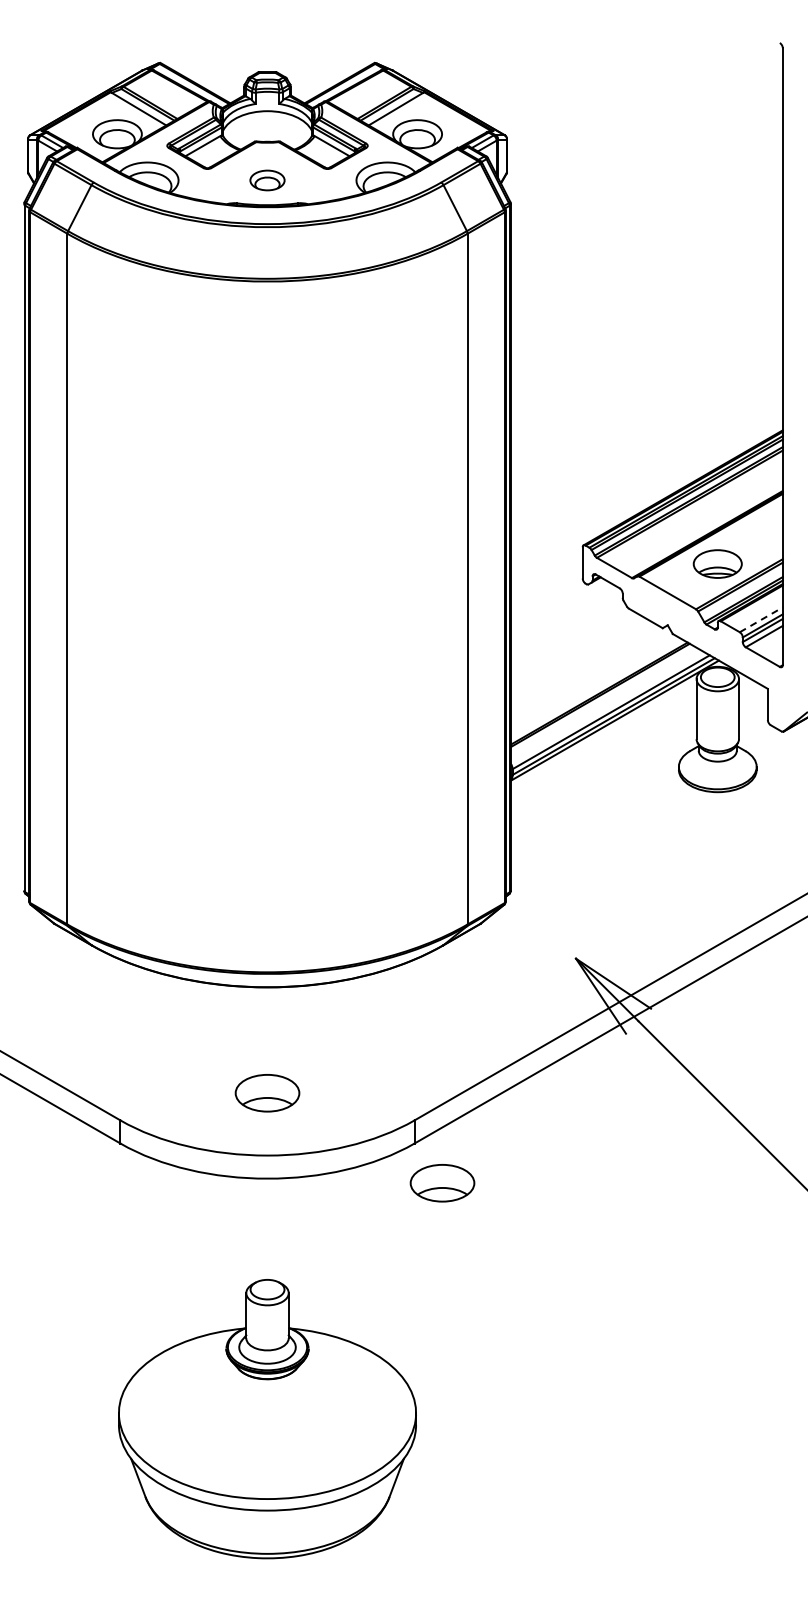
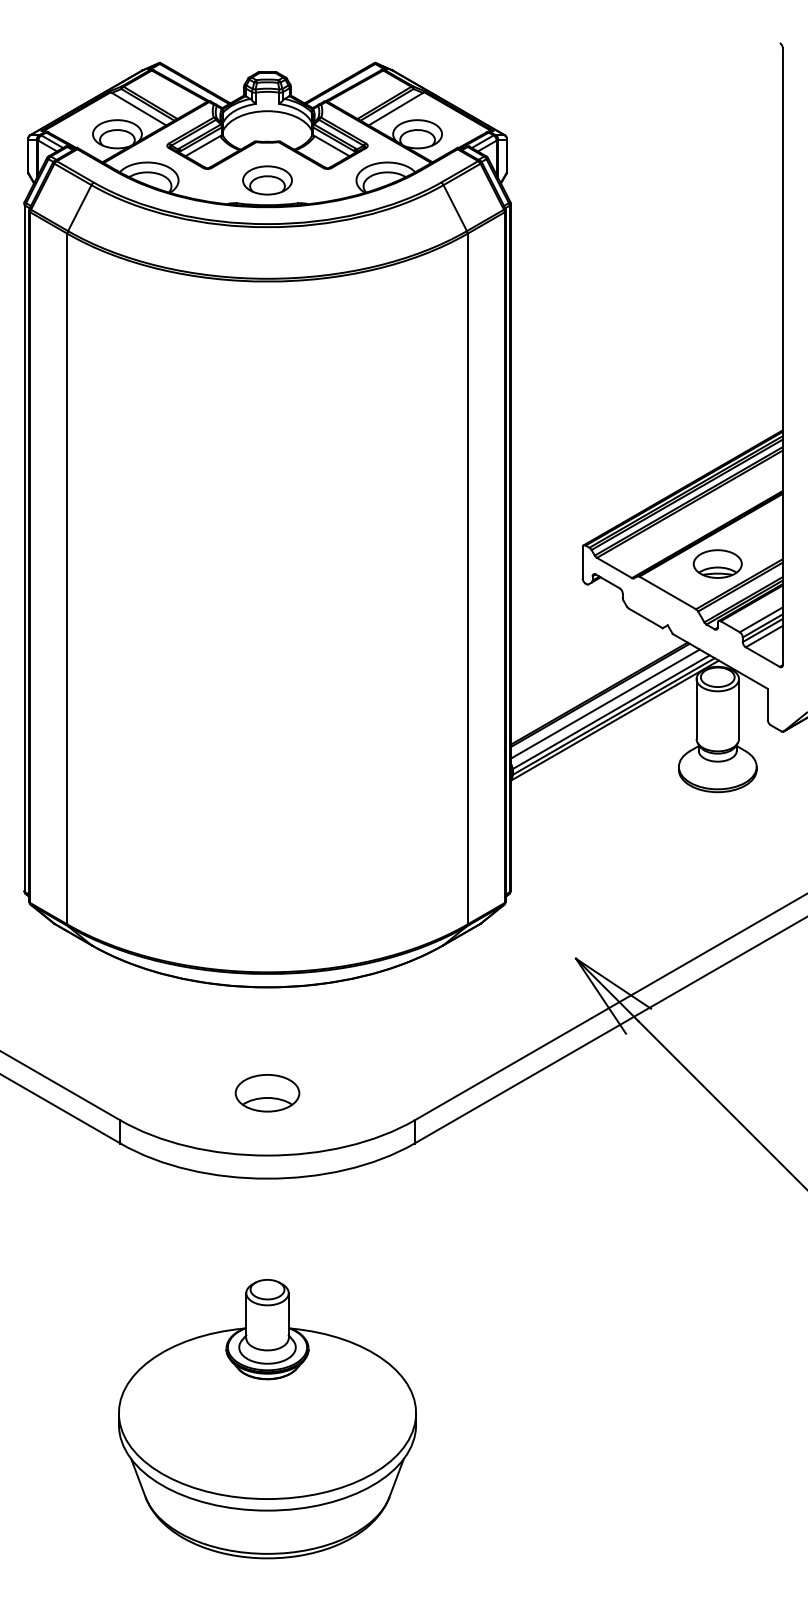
part at (267, 180) size: 37x23 px -> 51x31 px
line at (761, 619): dashed -> solid
line at (604, 703): none -> present
part at (442, 1183): present -> none
